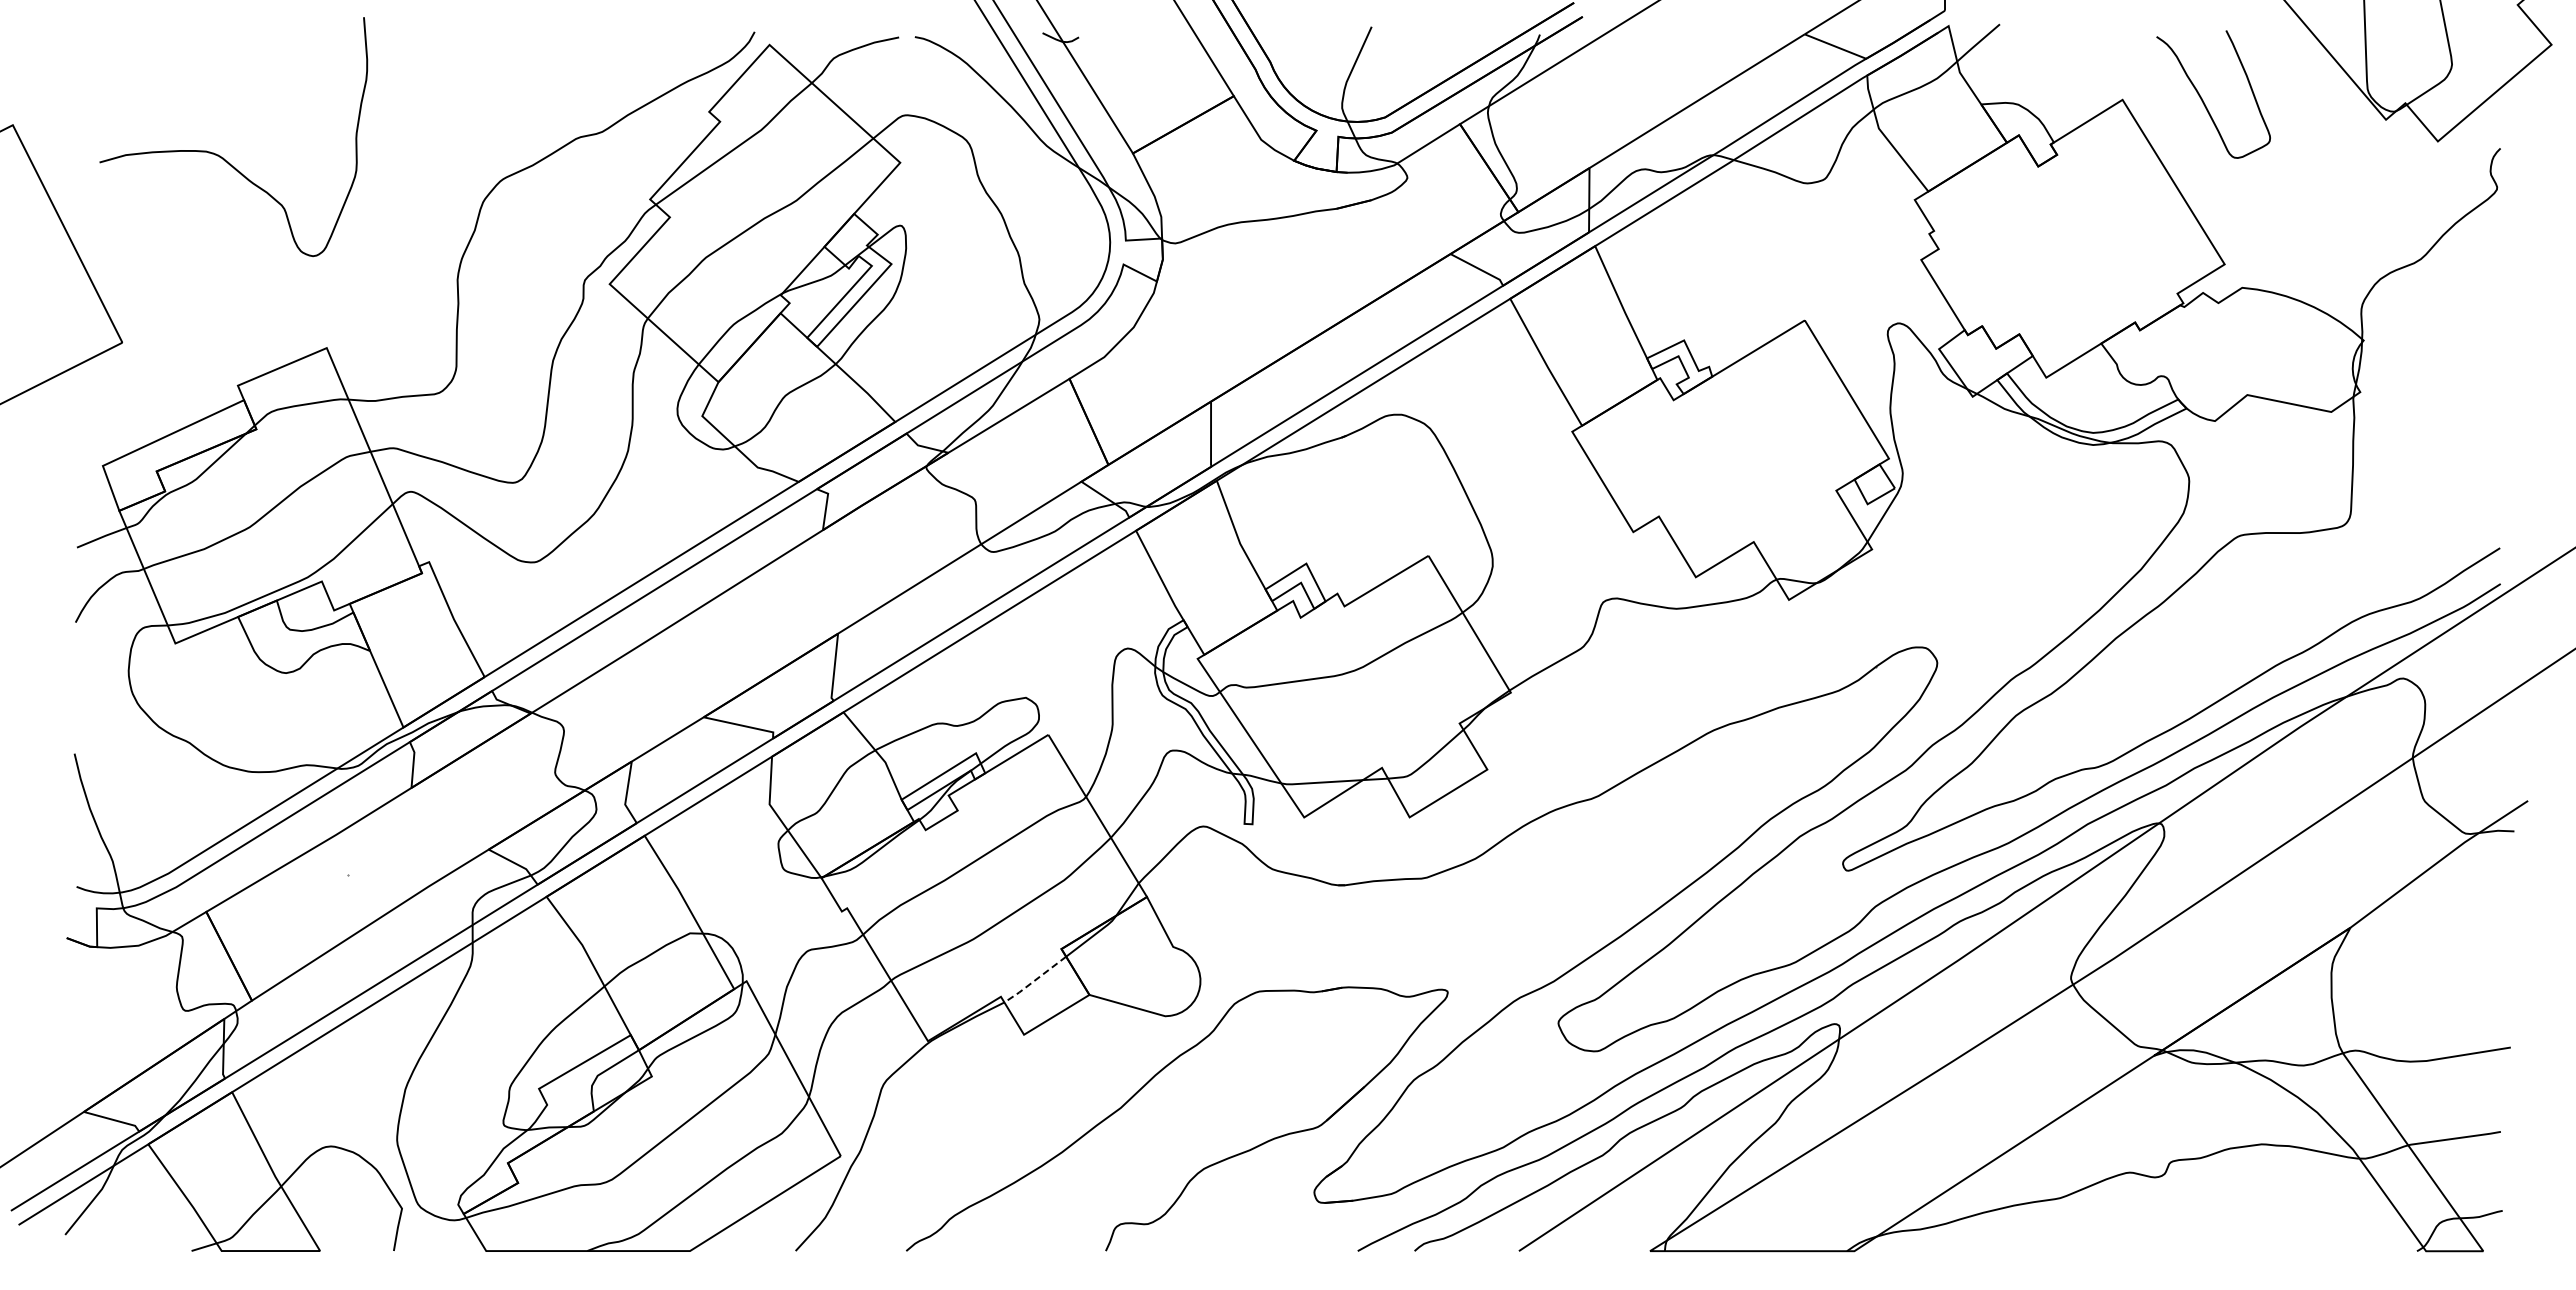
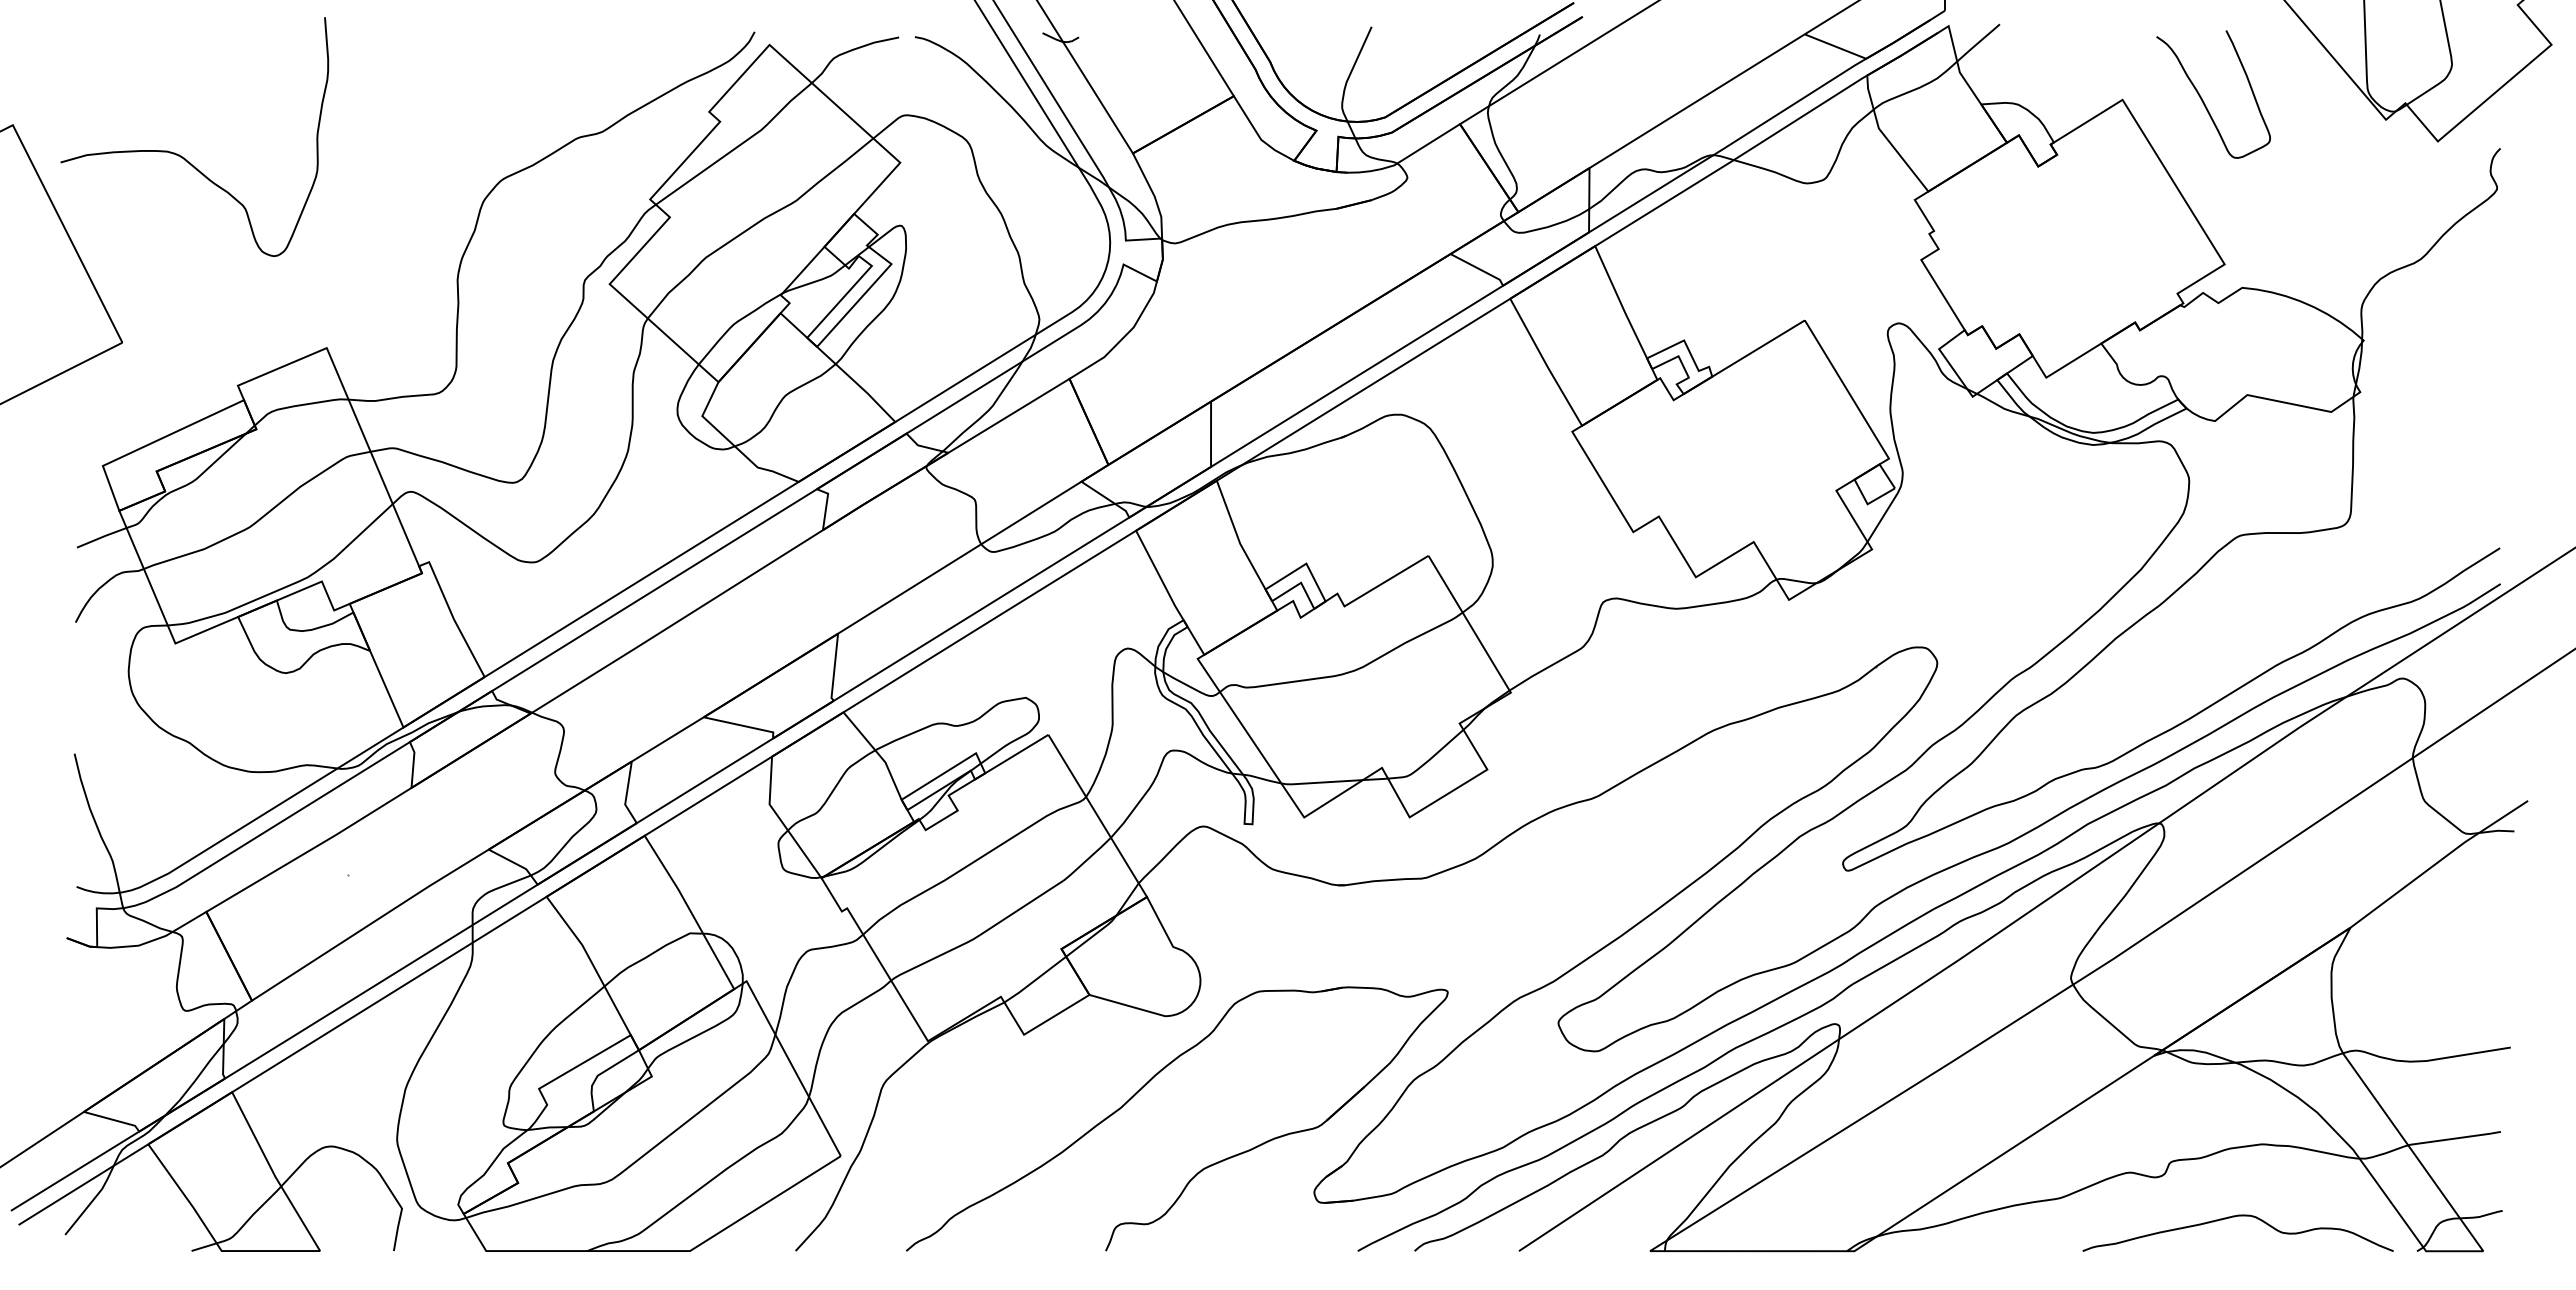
curve at (220, 155) position: (220, 155) -> (181, 155)
line at (1034, 980): dashed -> solid
curve at (2234, 1217): none -> present
